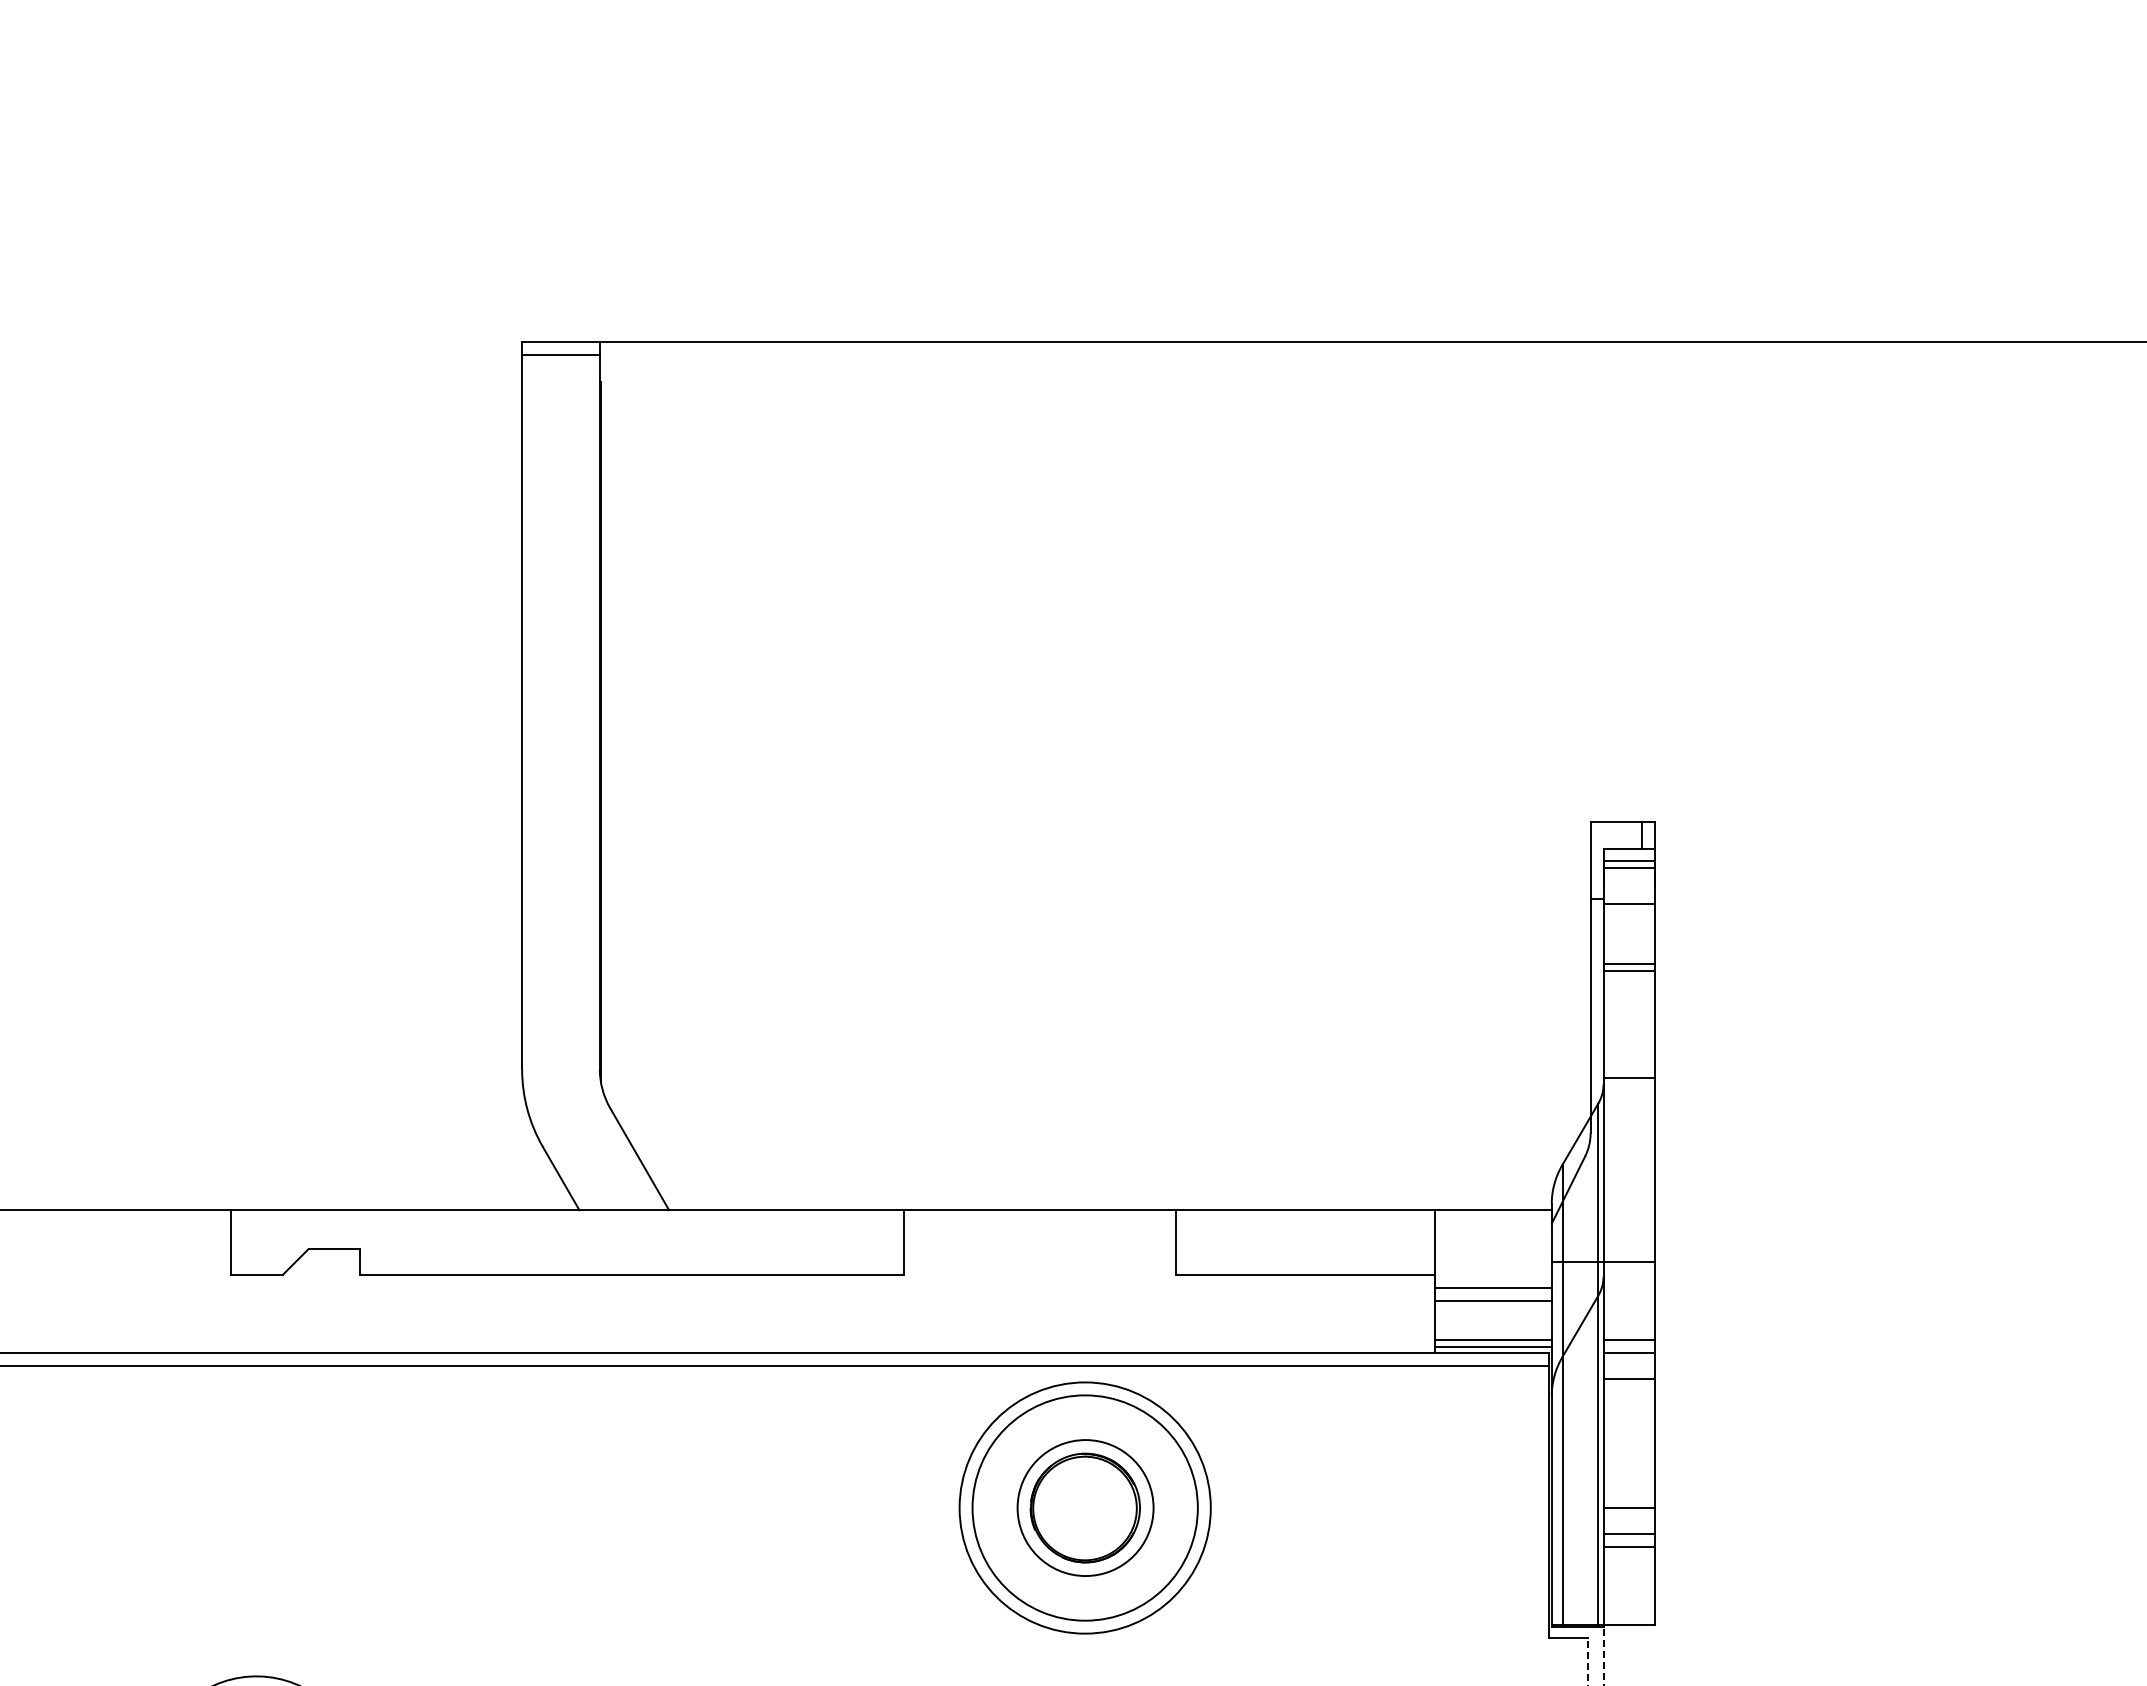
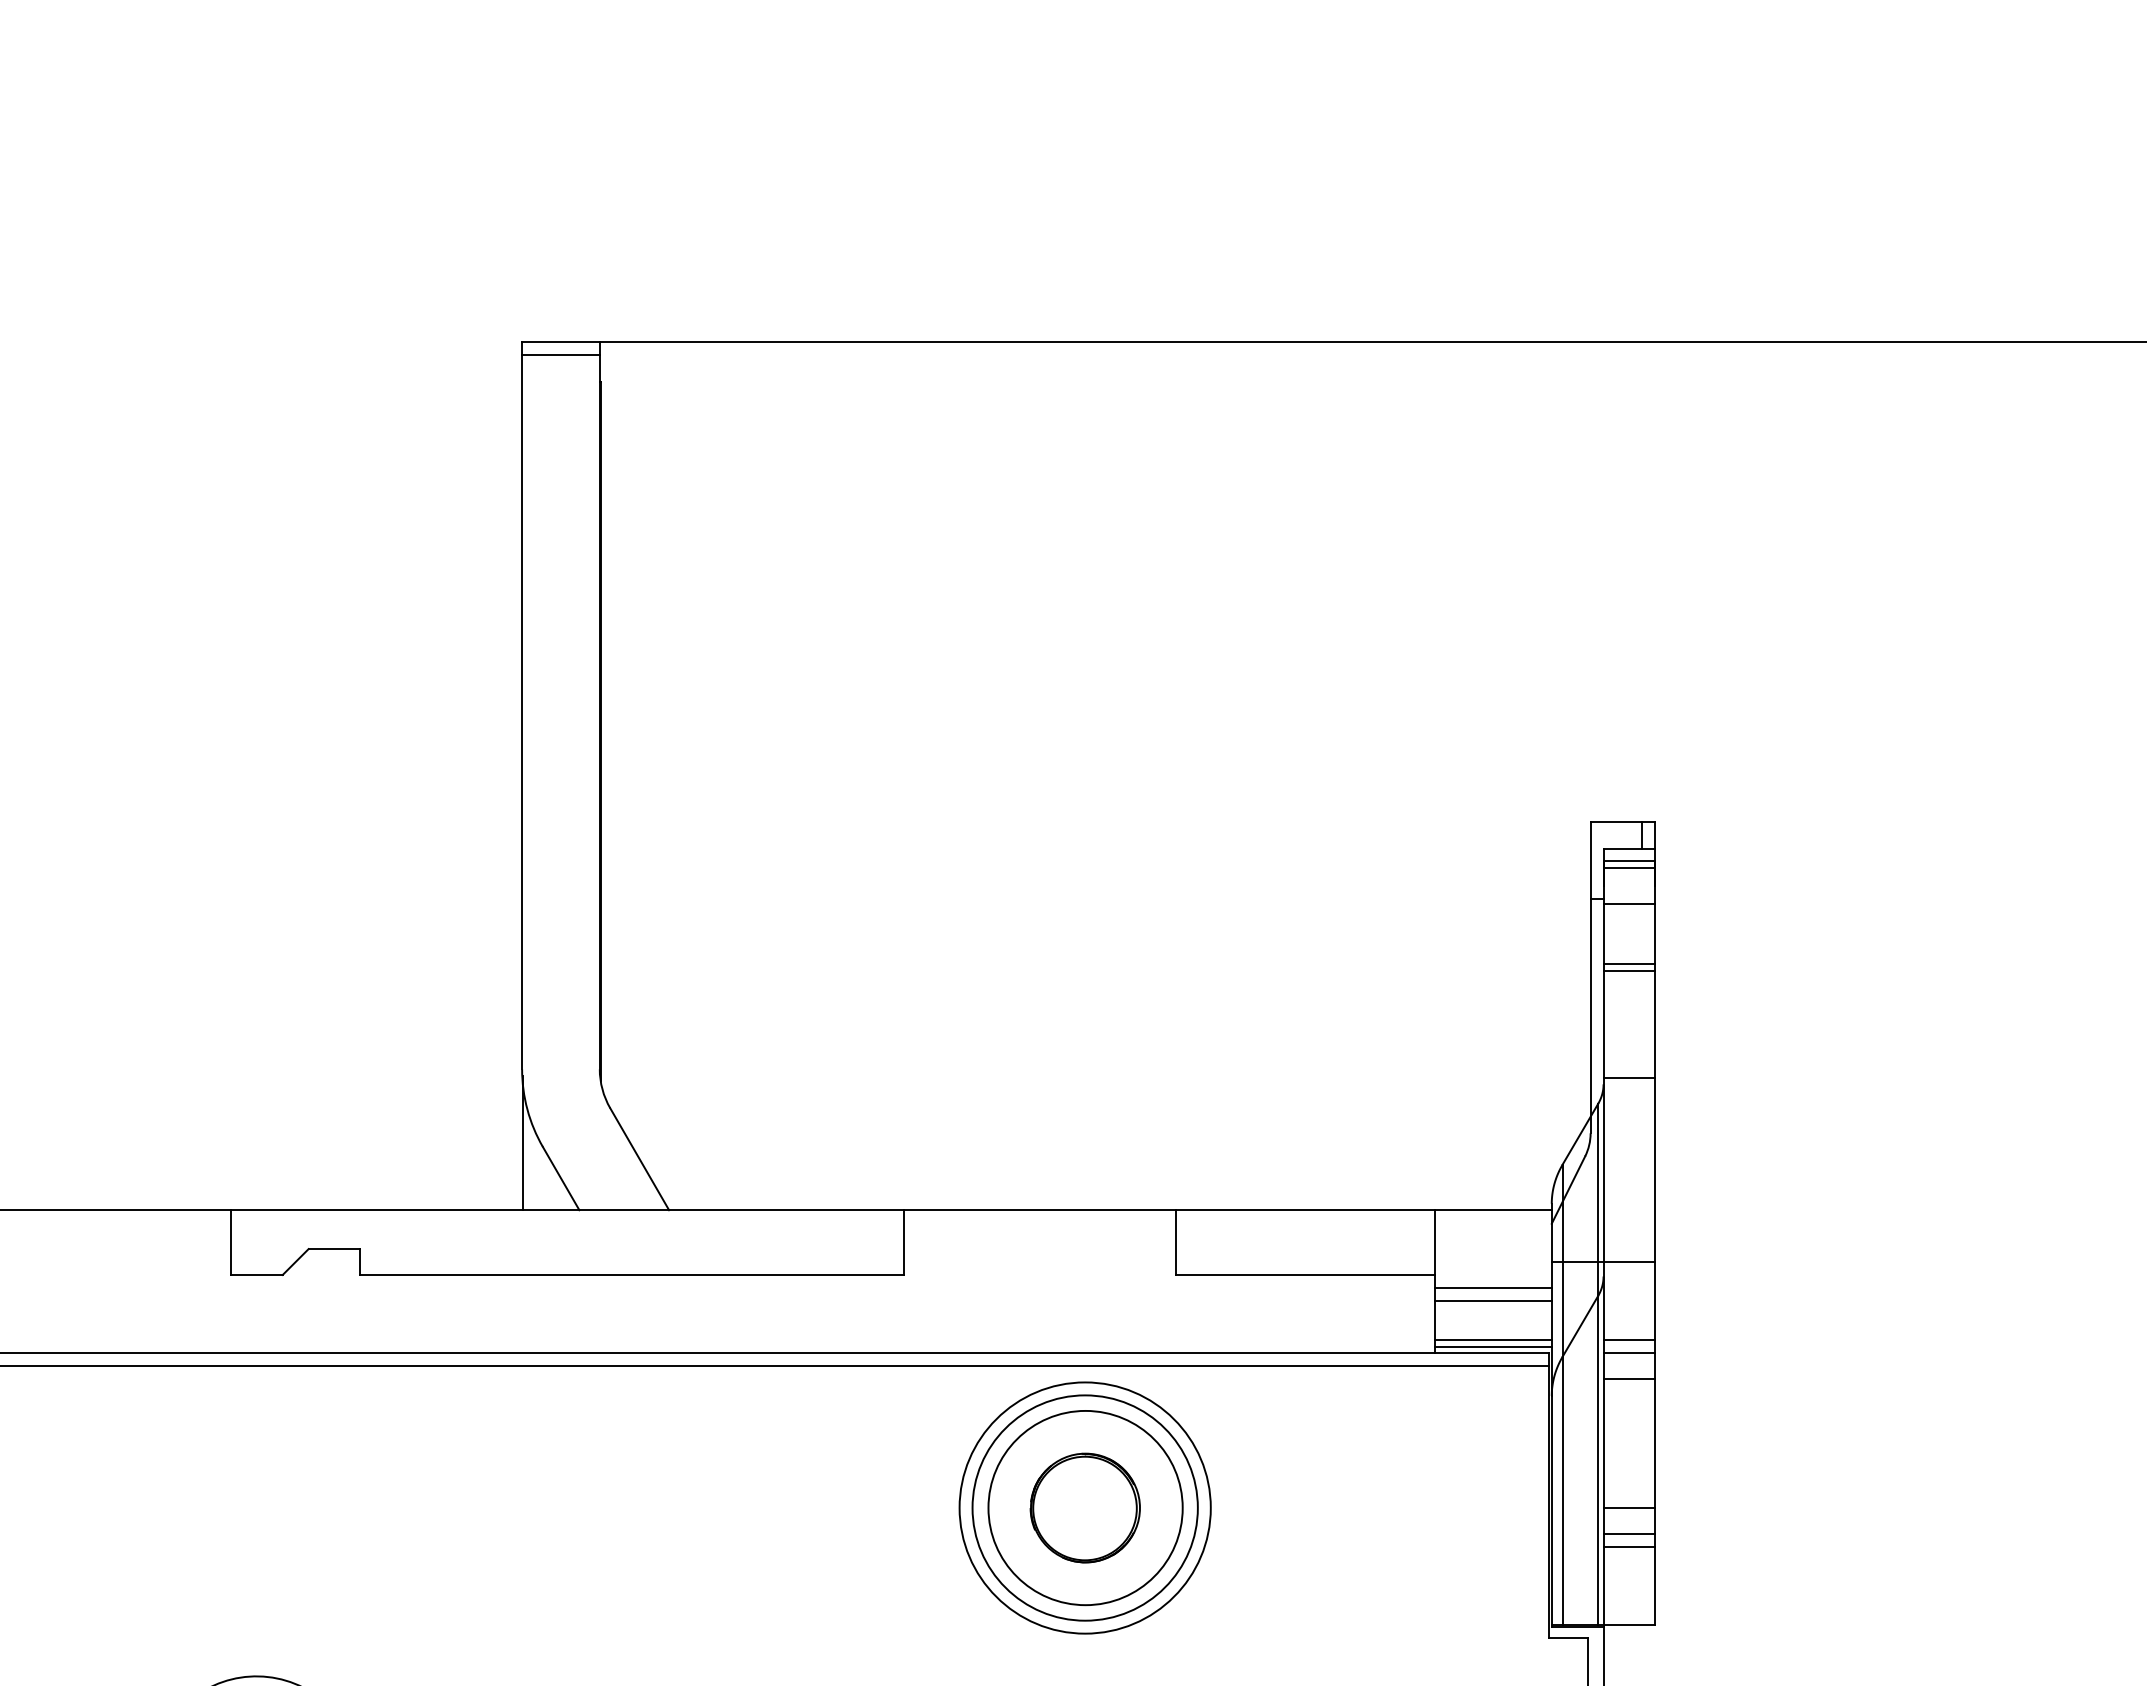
line at (523, 1143): none -> present
circle at (1085, 1508) diameter: 136 px -> 194 px
line at (1603, 1656): dashed -> solid
line at (1587, 1661): dashed -> solid
